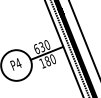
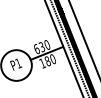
text at (18, 63): P4 -> P1
